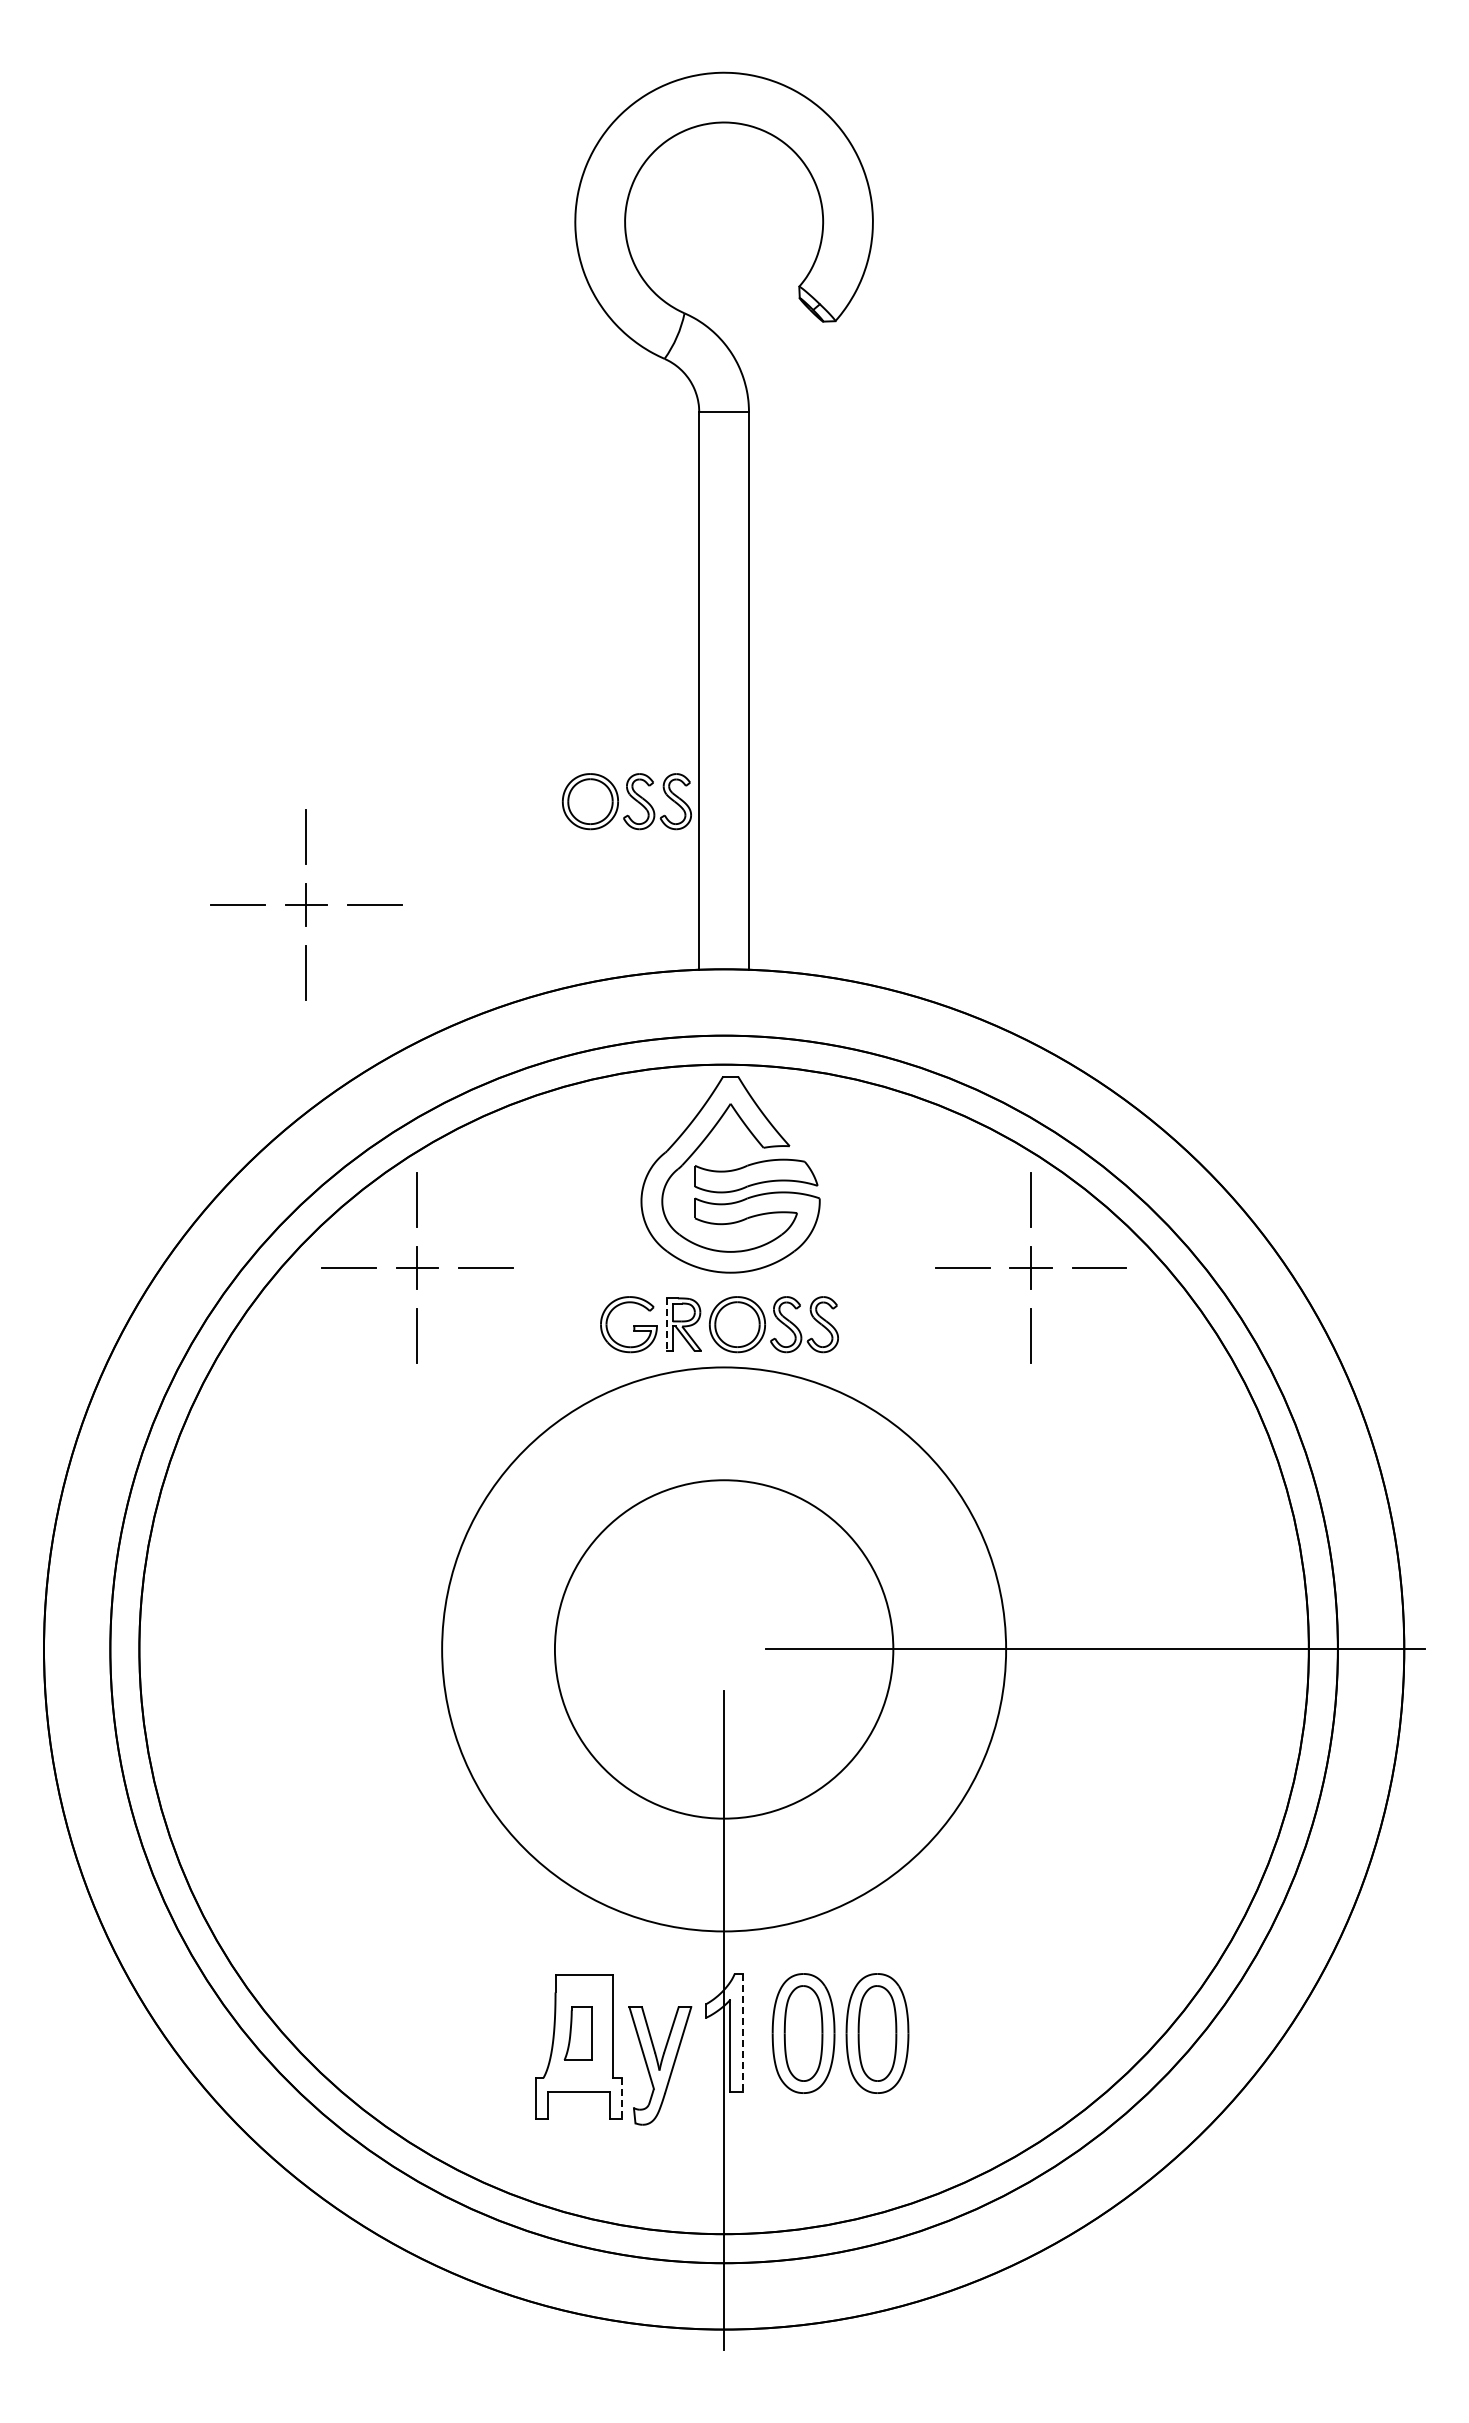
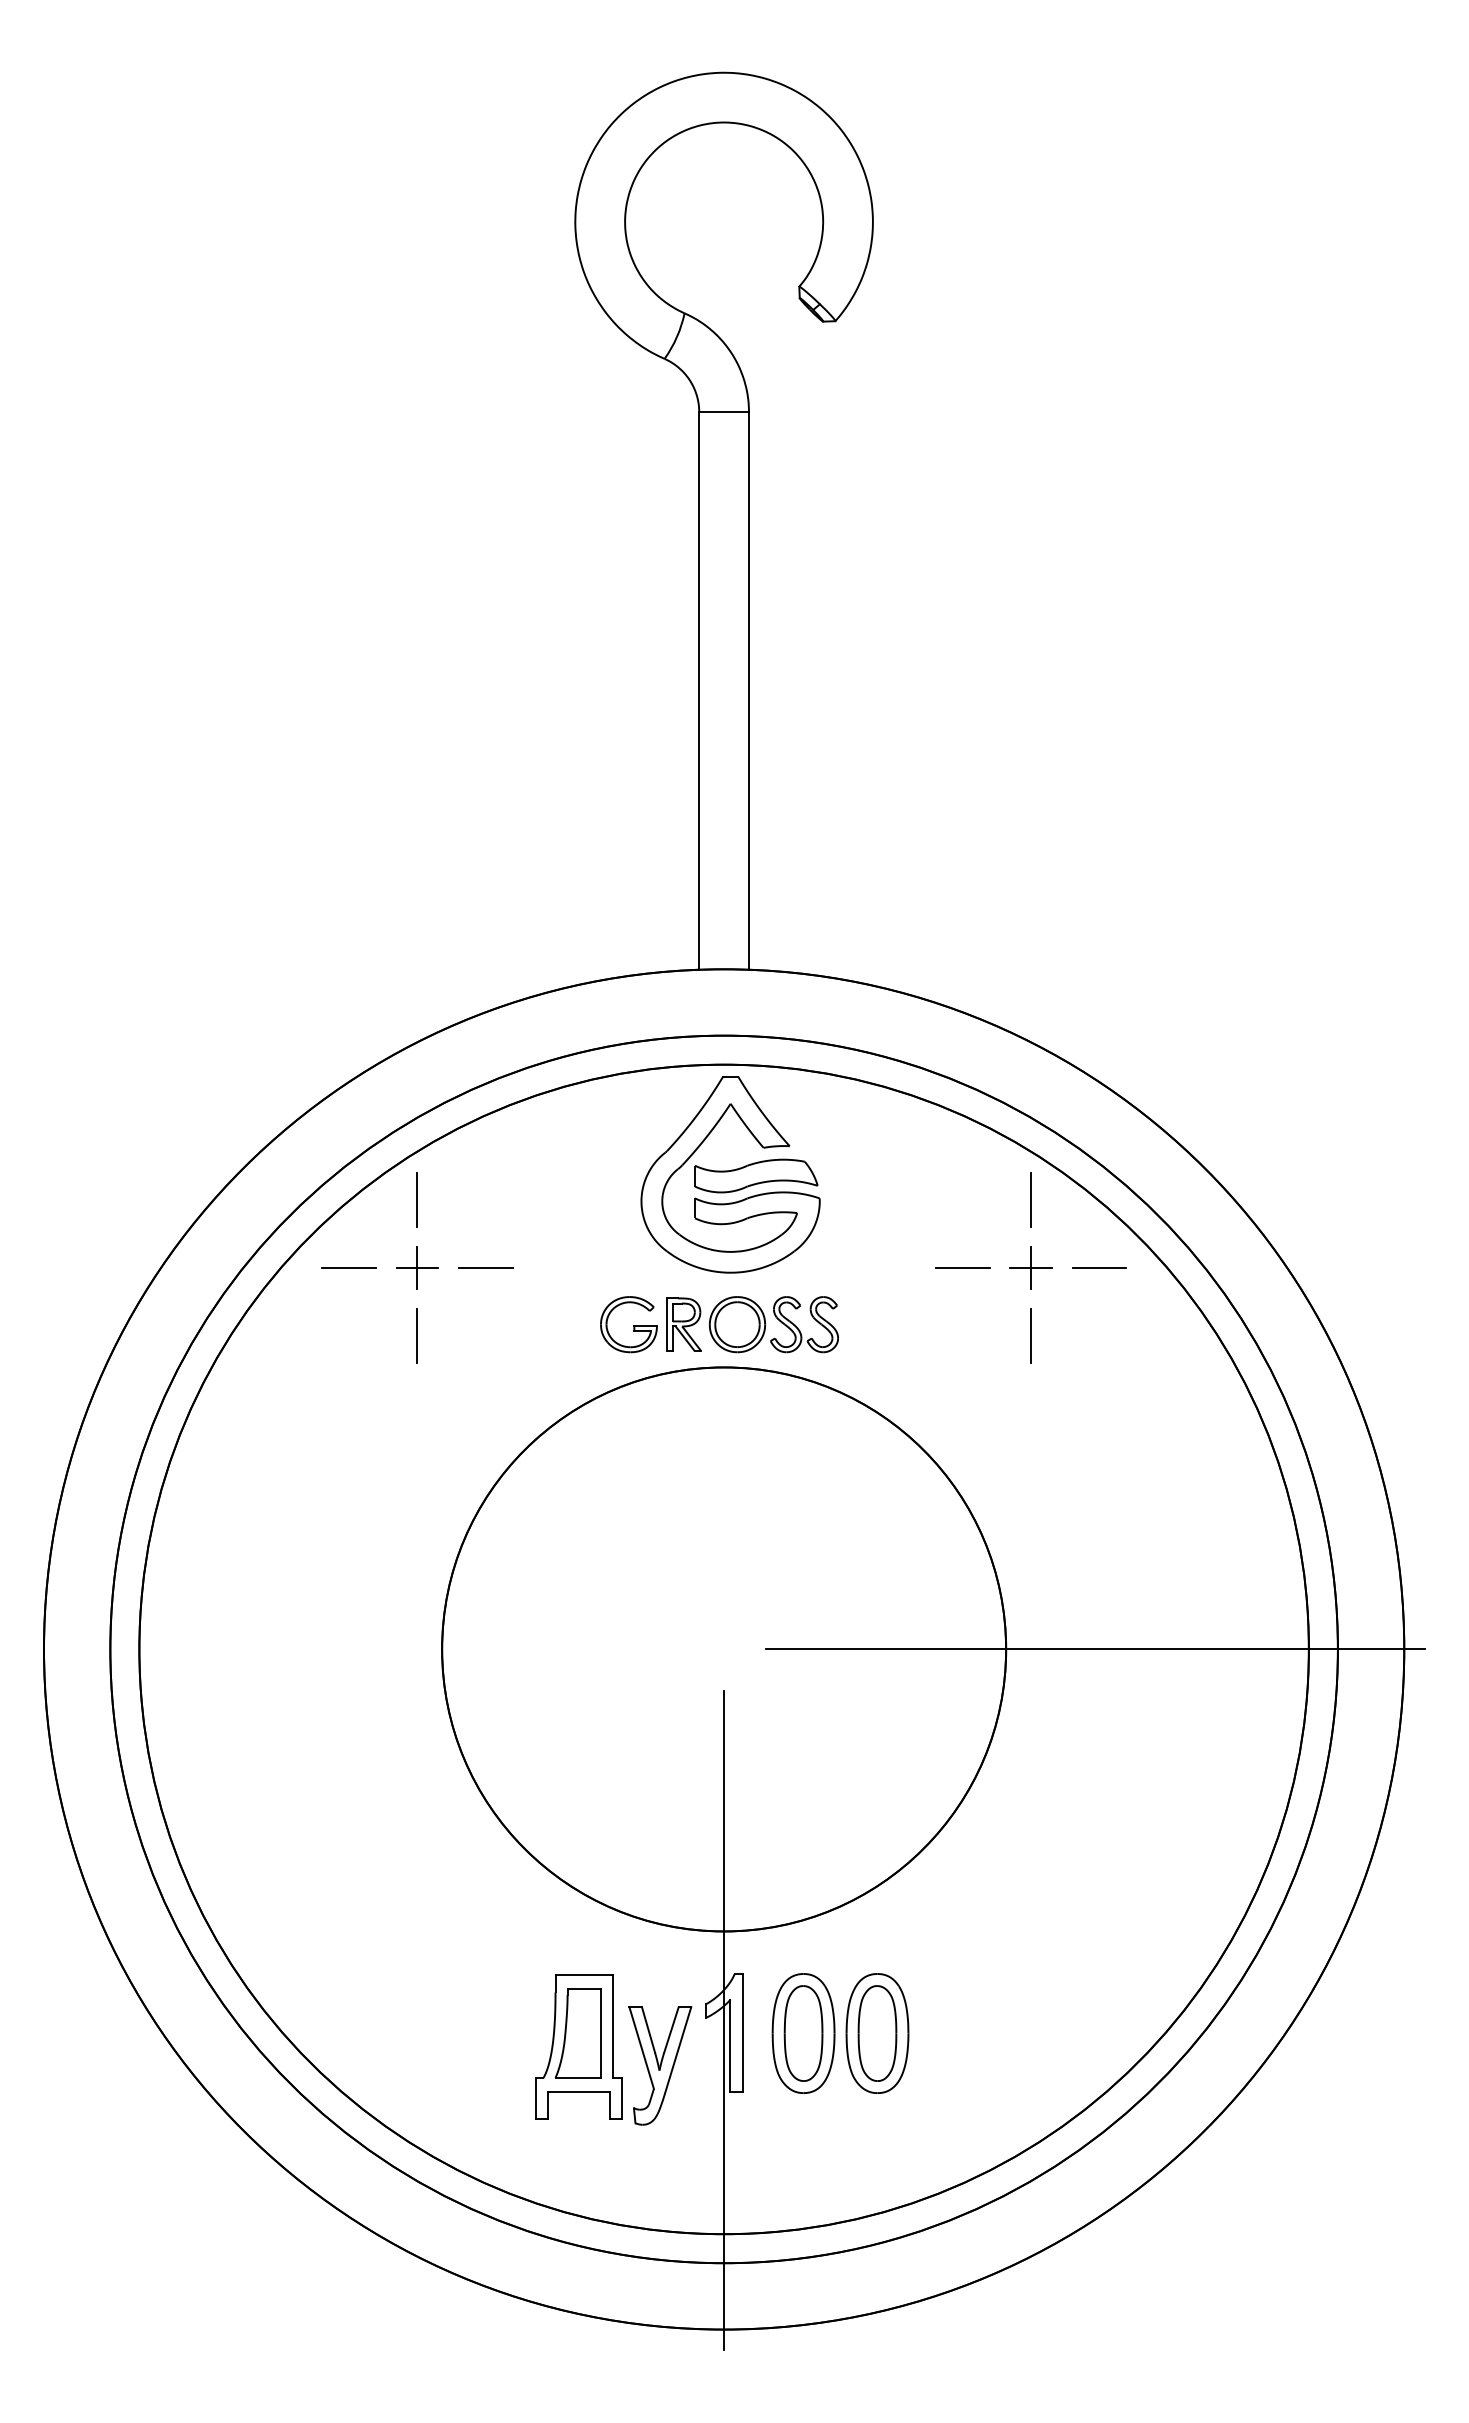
part at (630, 796): present -> none
part at (306, 904): present -> none
line at (667, 1325): dashed -> solid
circle at (723, 1649) diameter: 338 px -> 564 px
line at (742, 2032): dashed -> solid
part at (577, 2033) size: 30x55 px -> 48x91 px
line at (621, 2098): dashed -> solid
